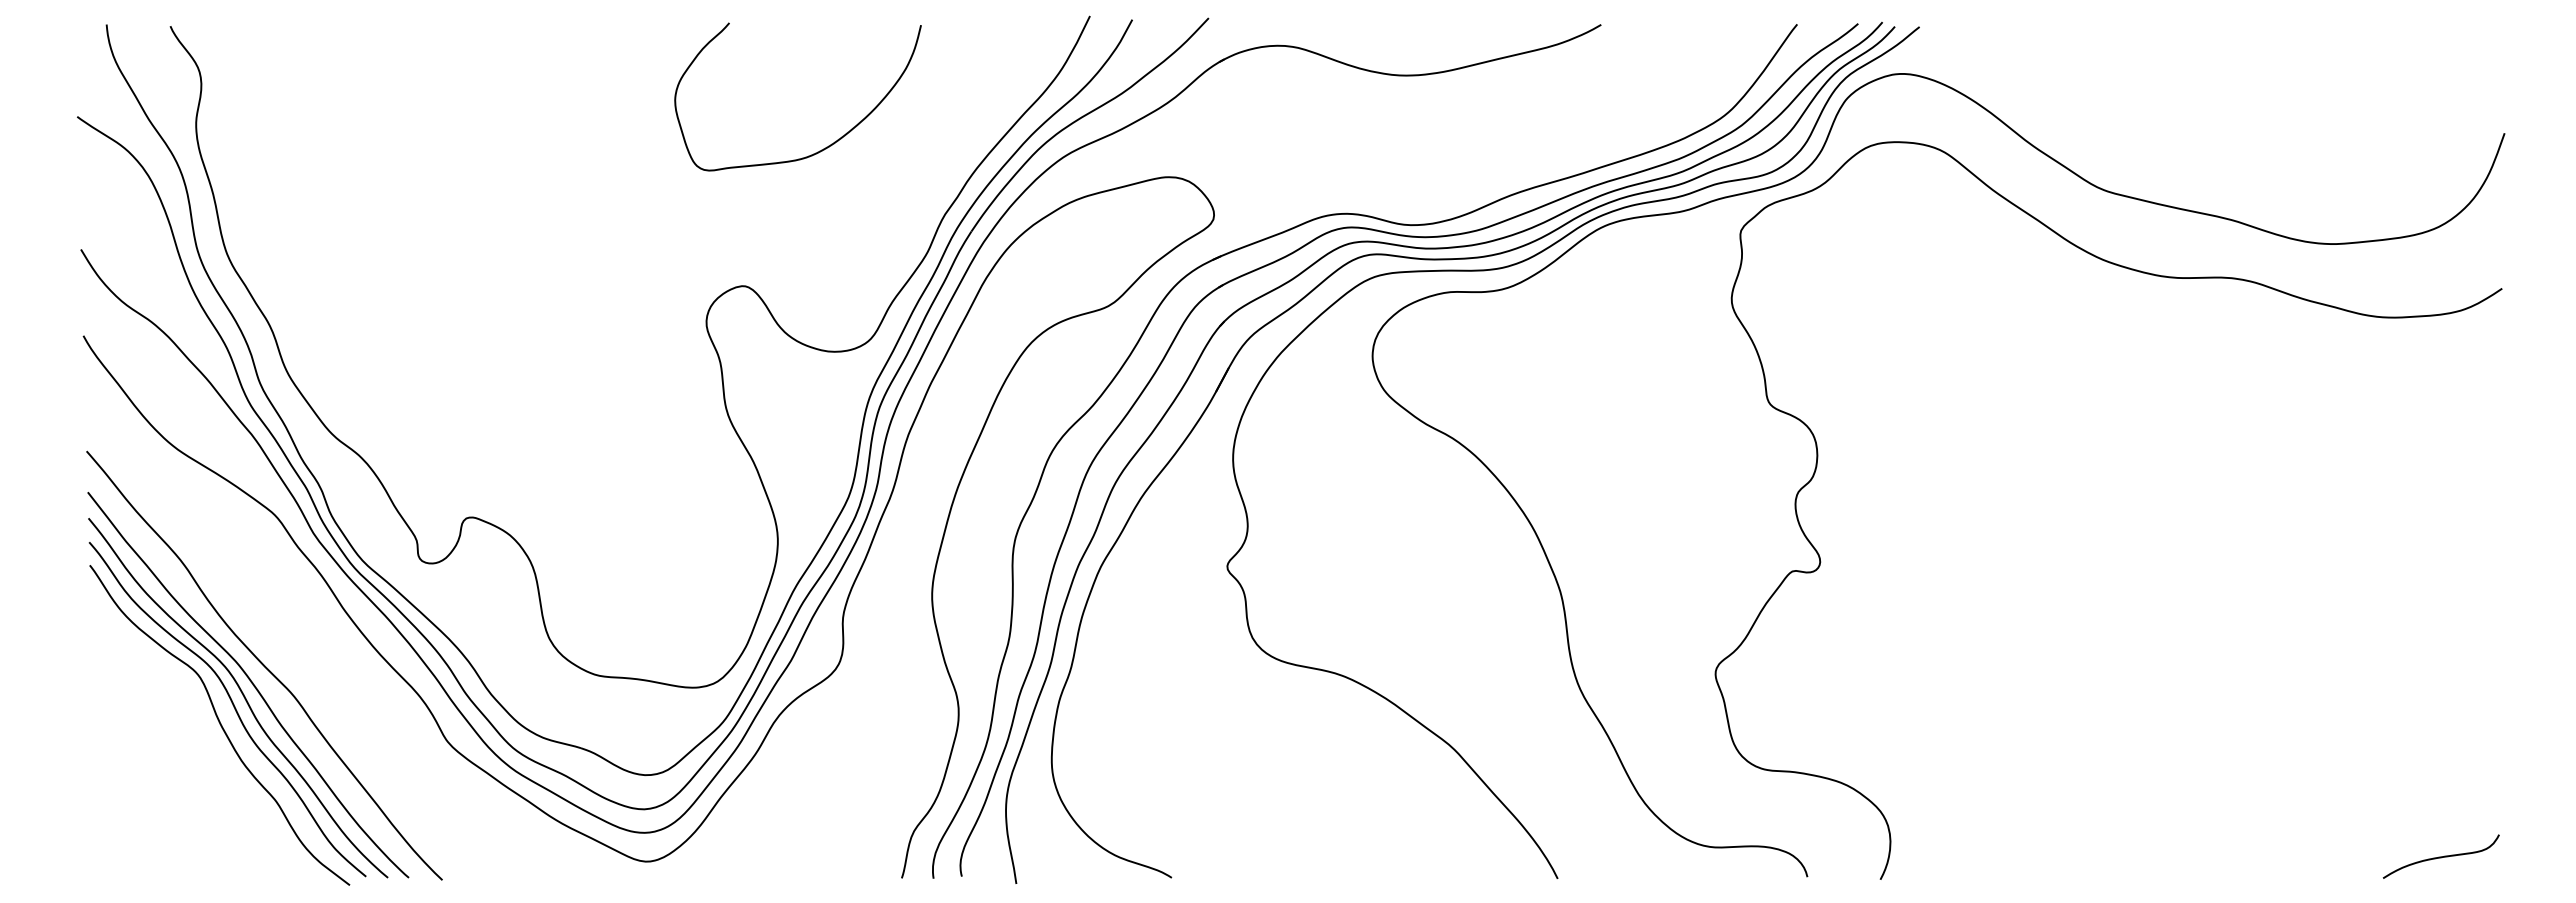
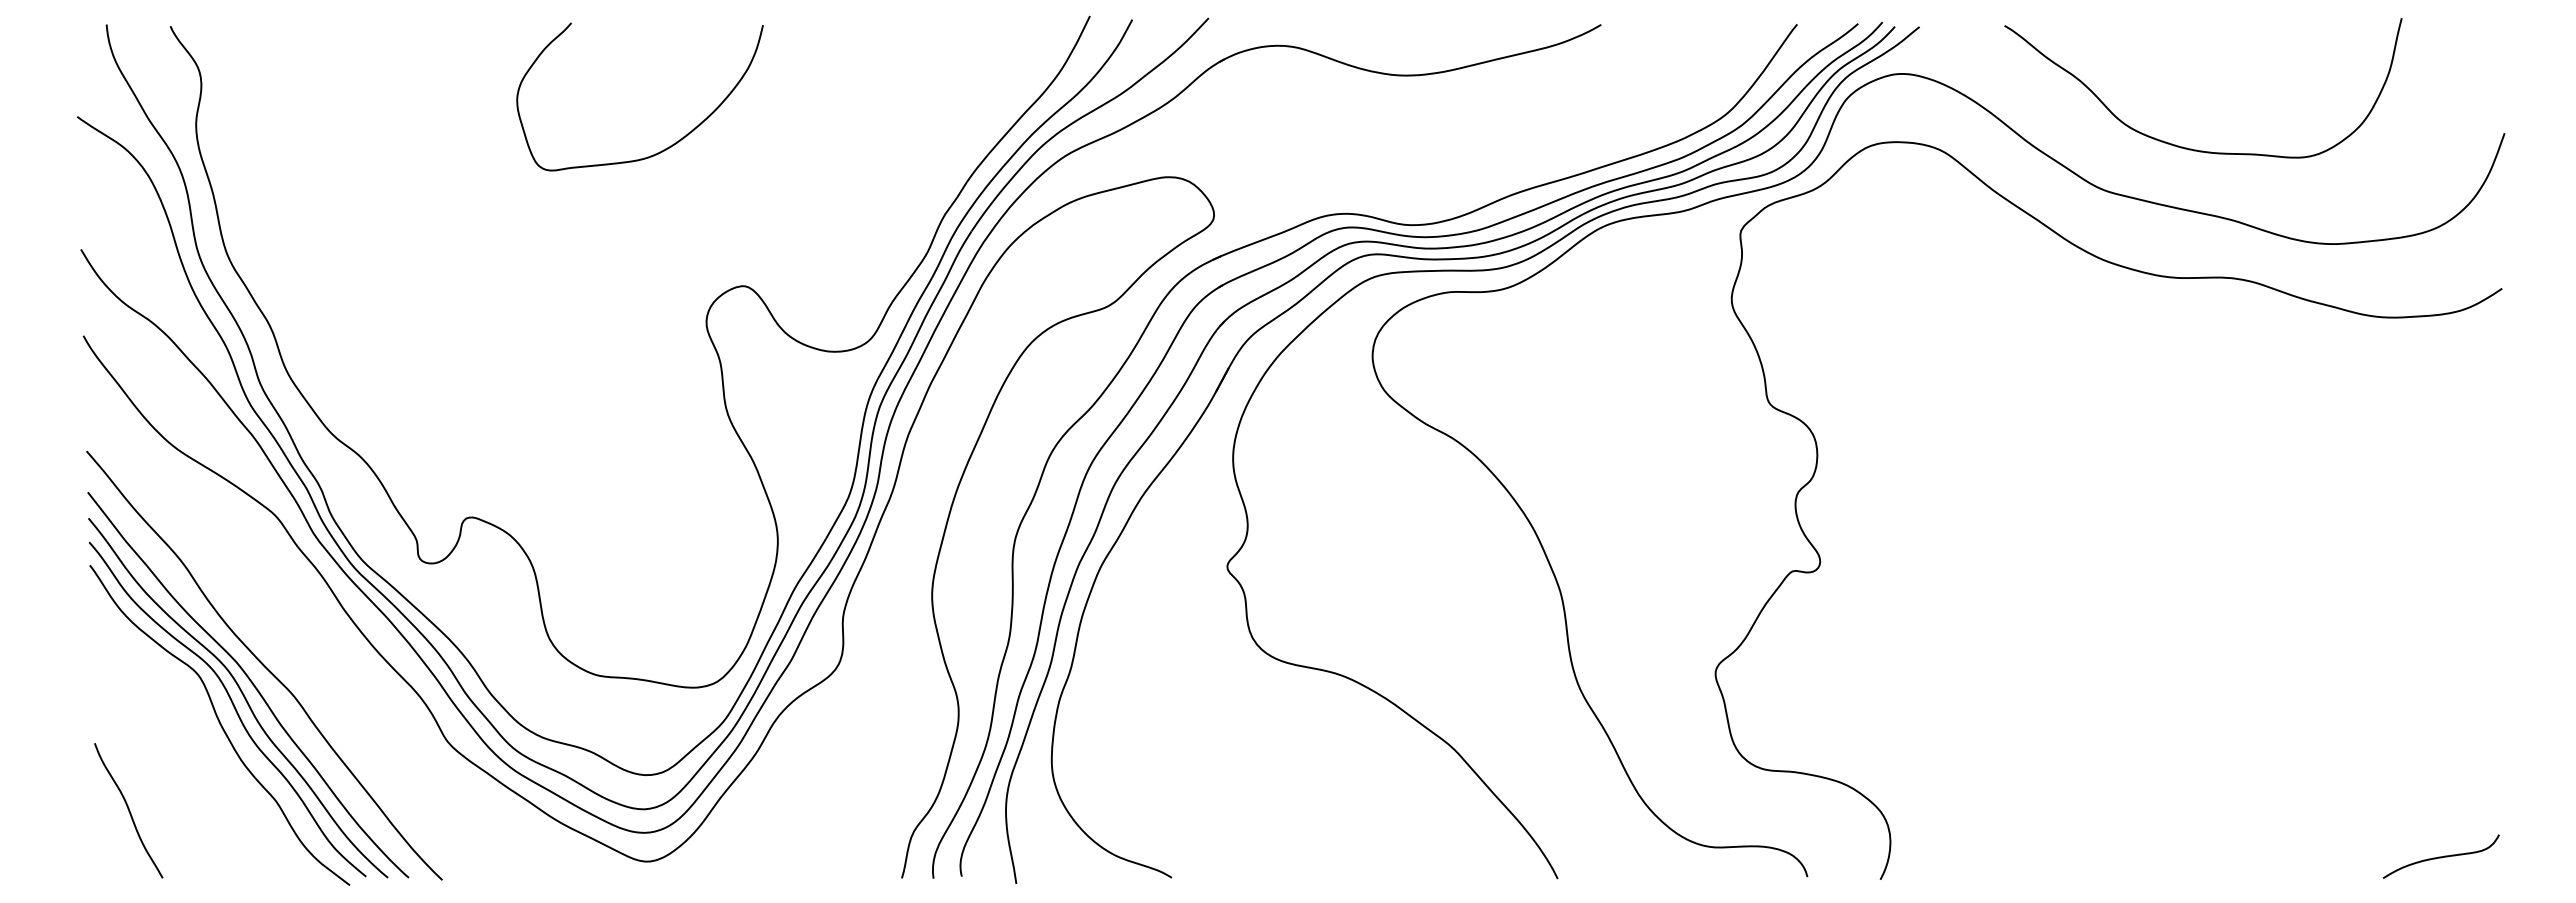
curve at (828, 145) position: (828, 145) -> (670, 145)
curve at (2191, 148): none -> present
curve at (128, 810): none -> present
